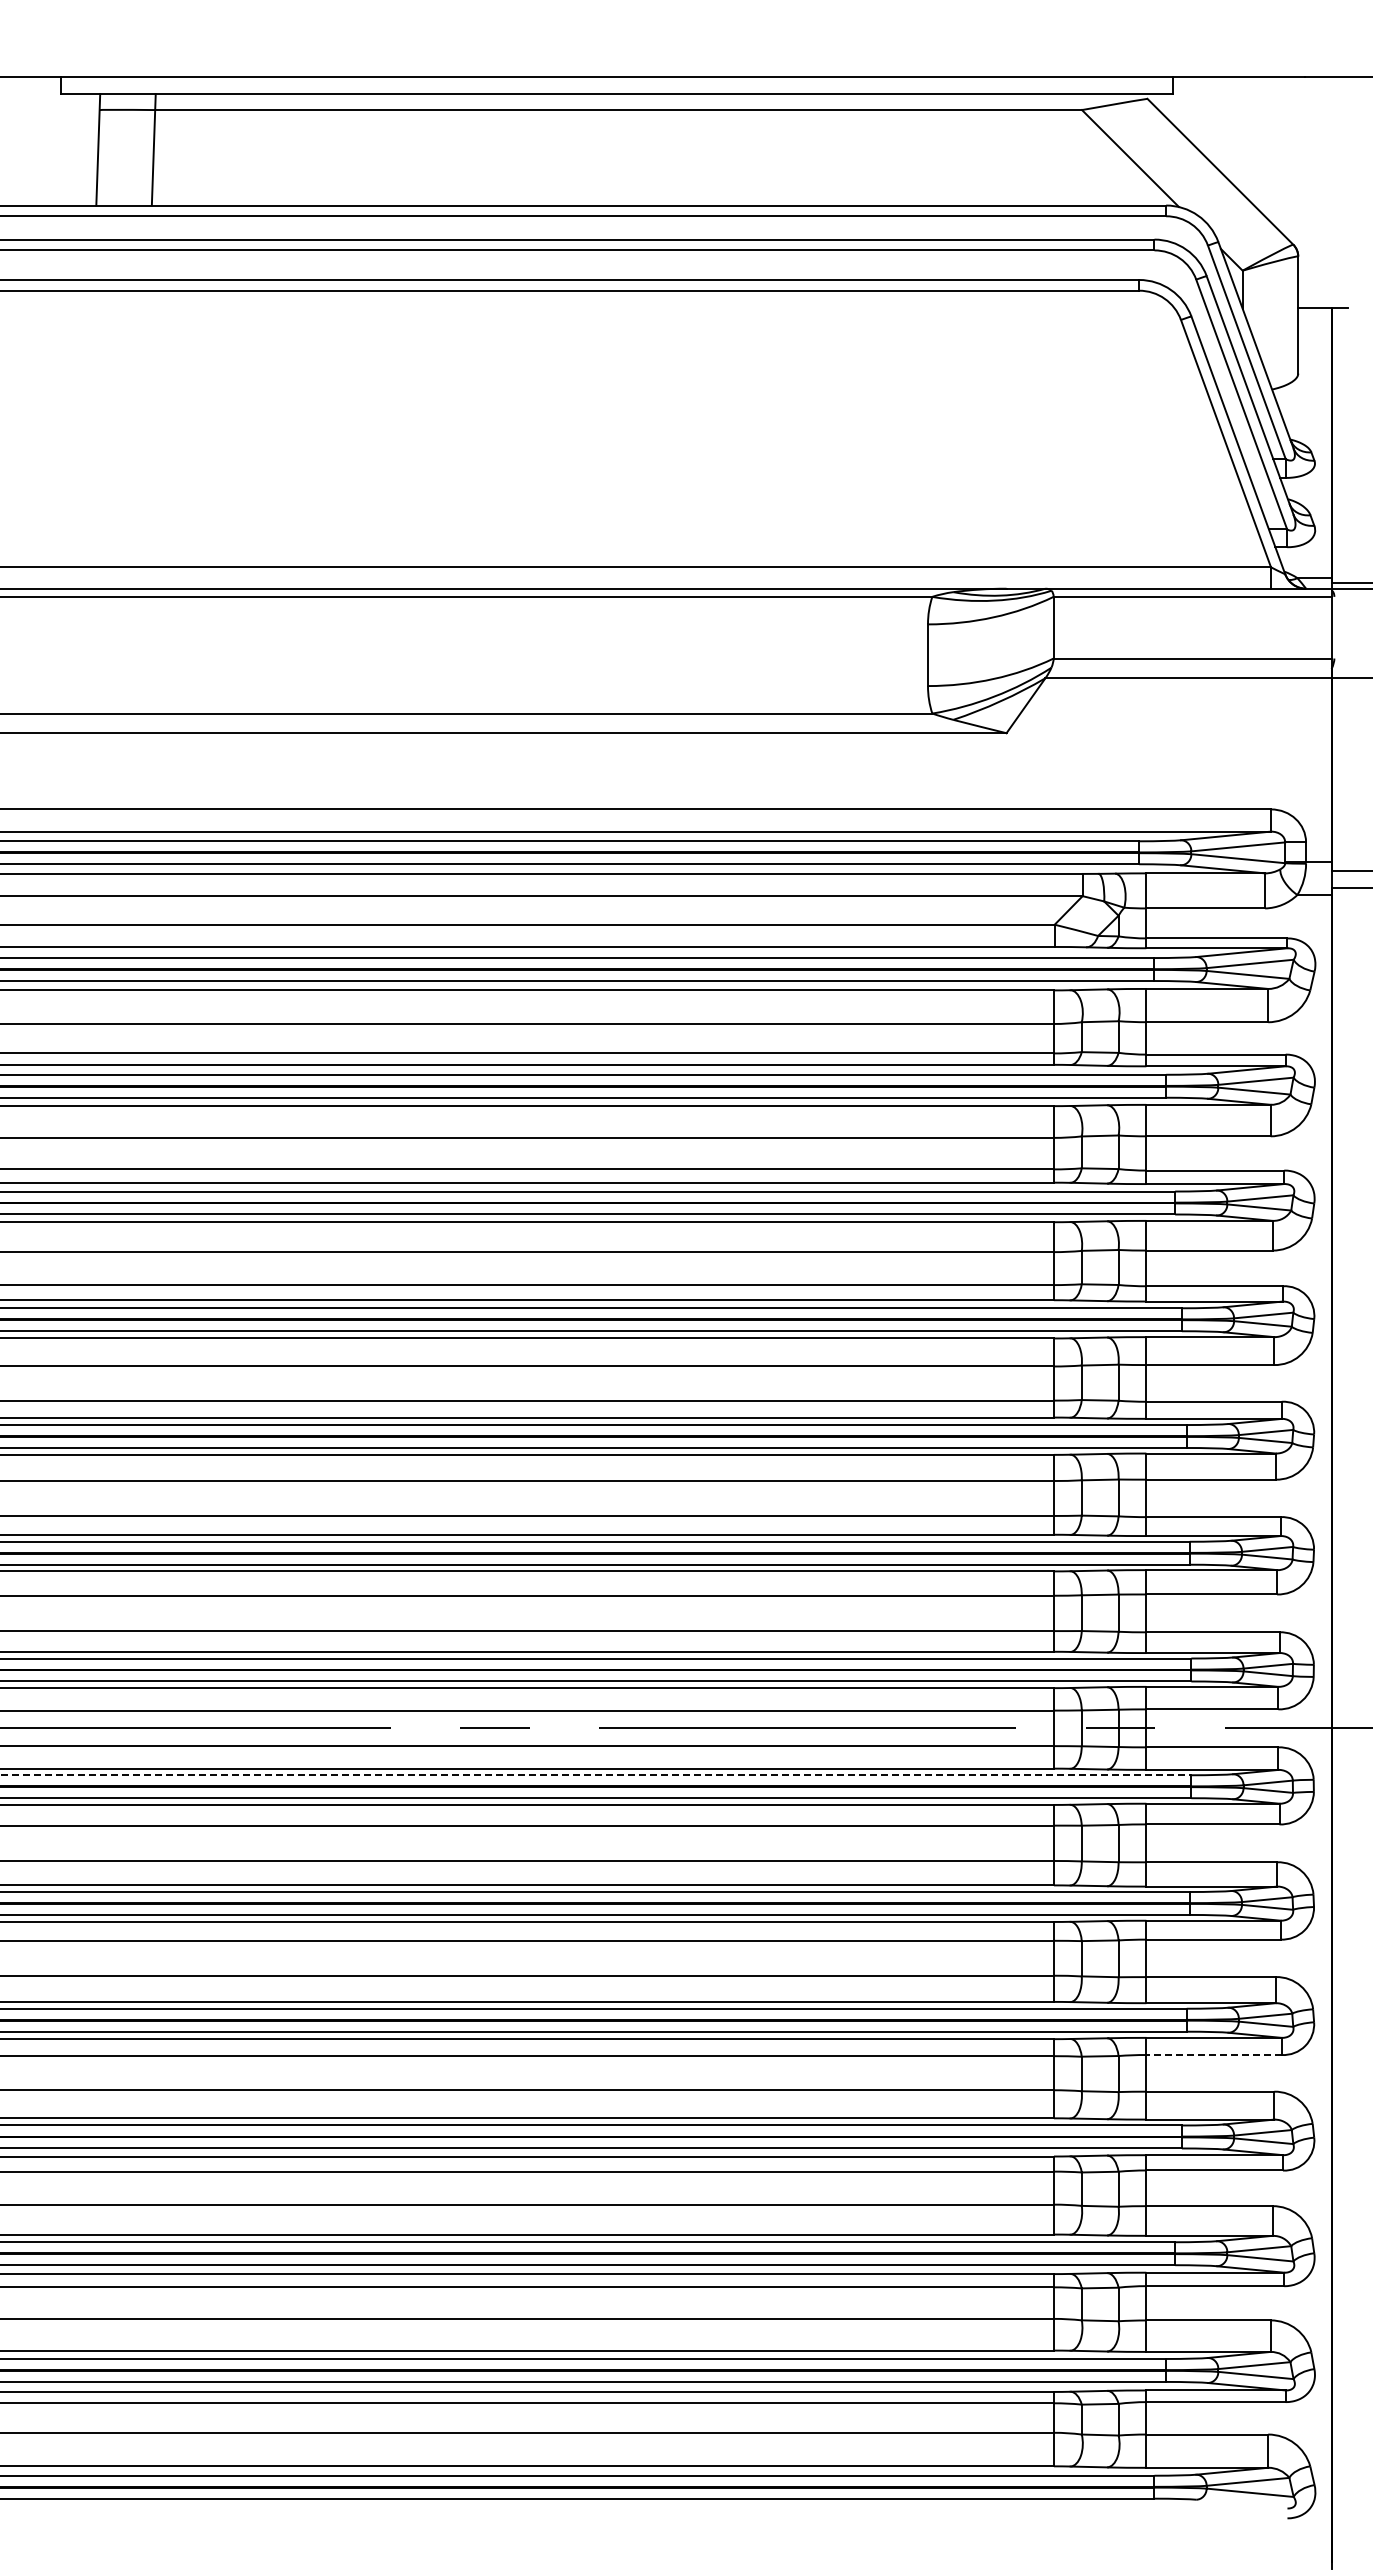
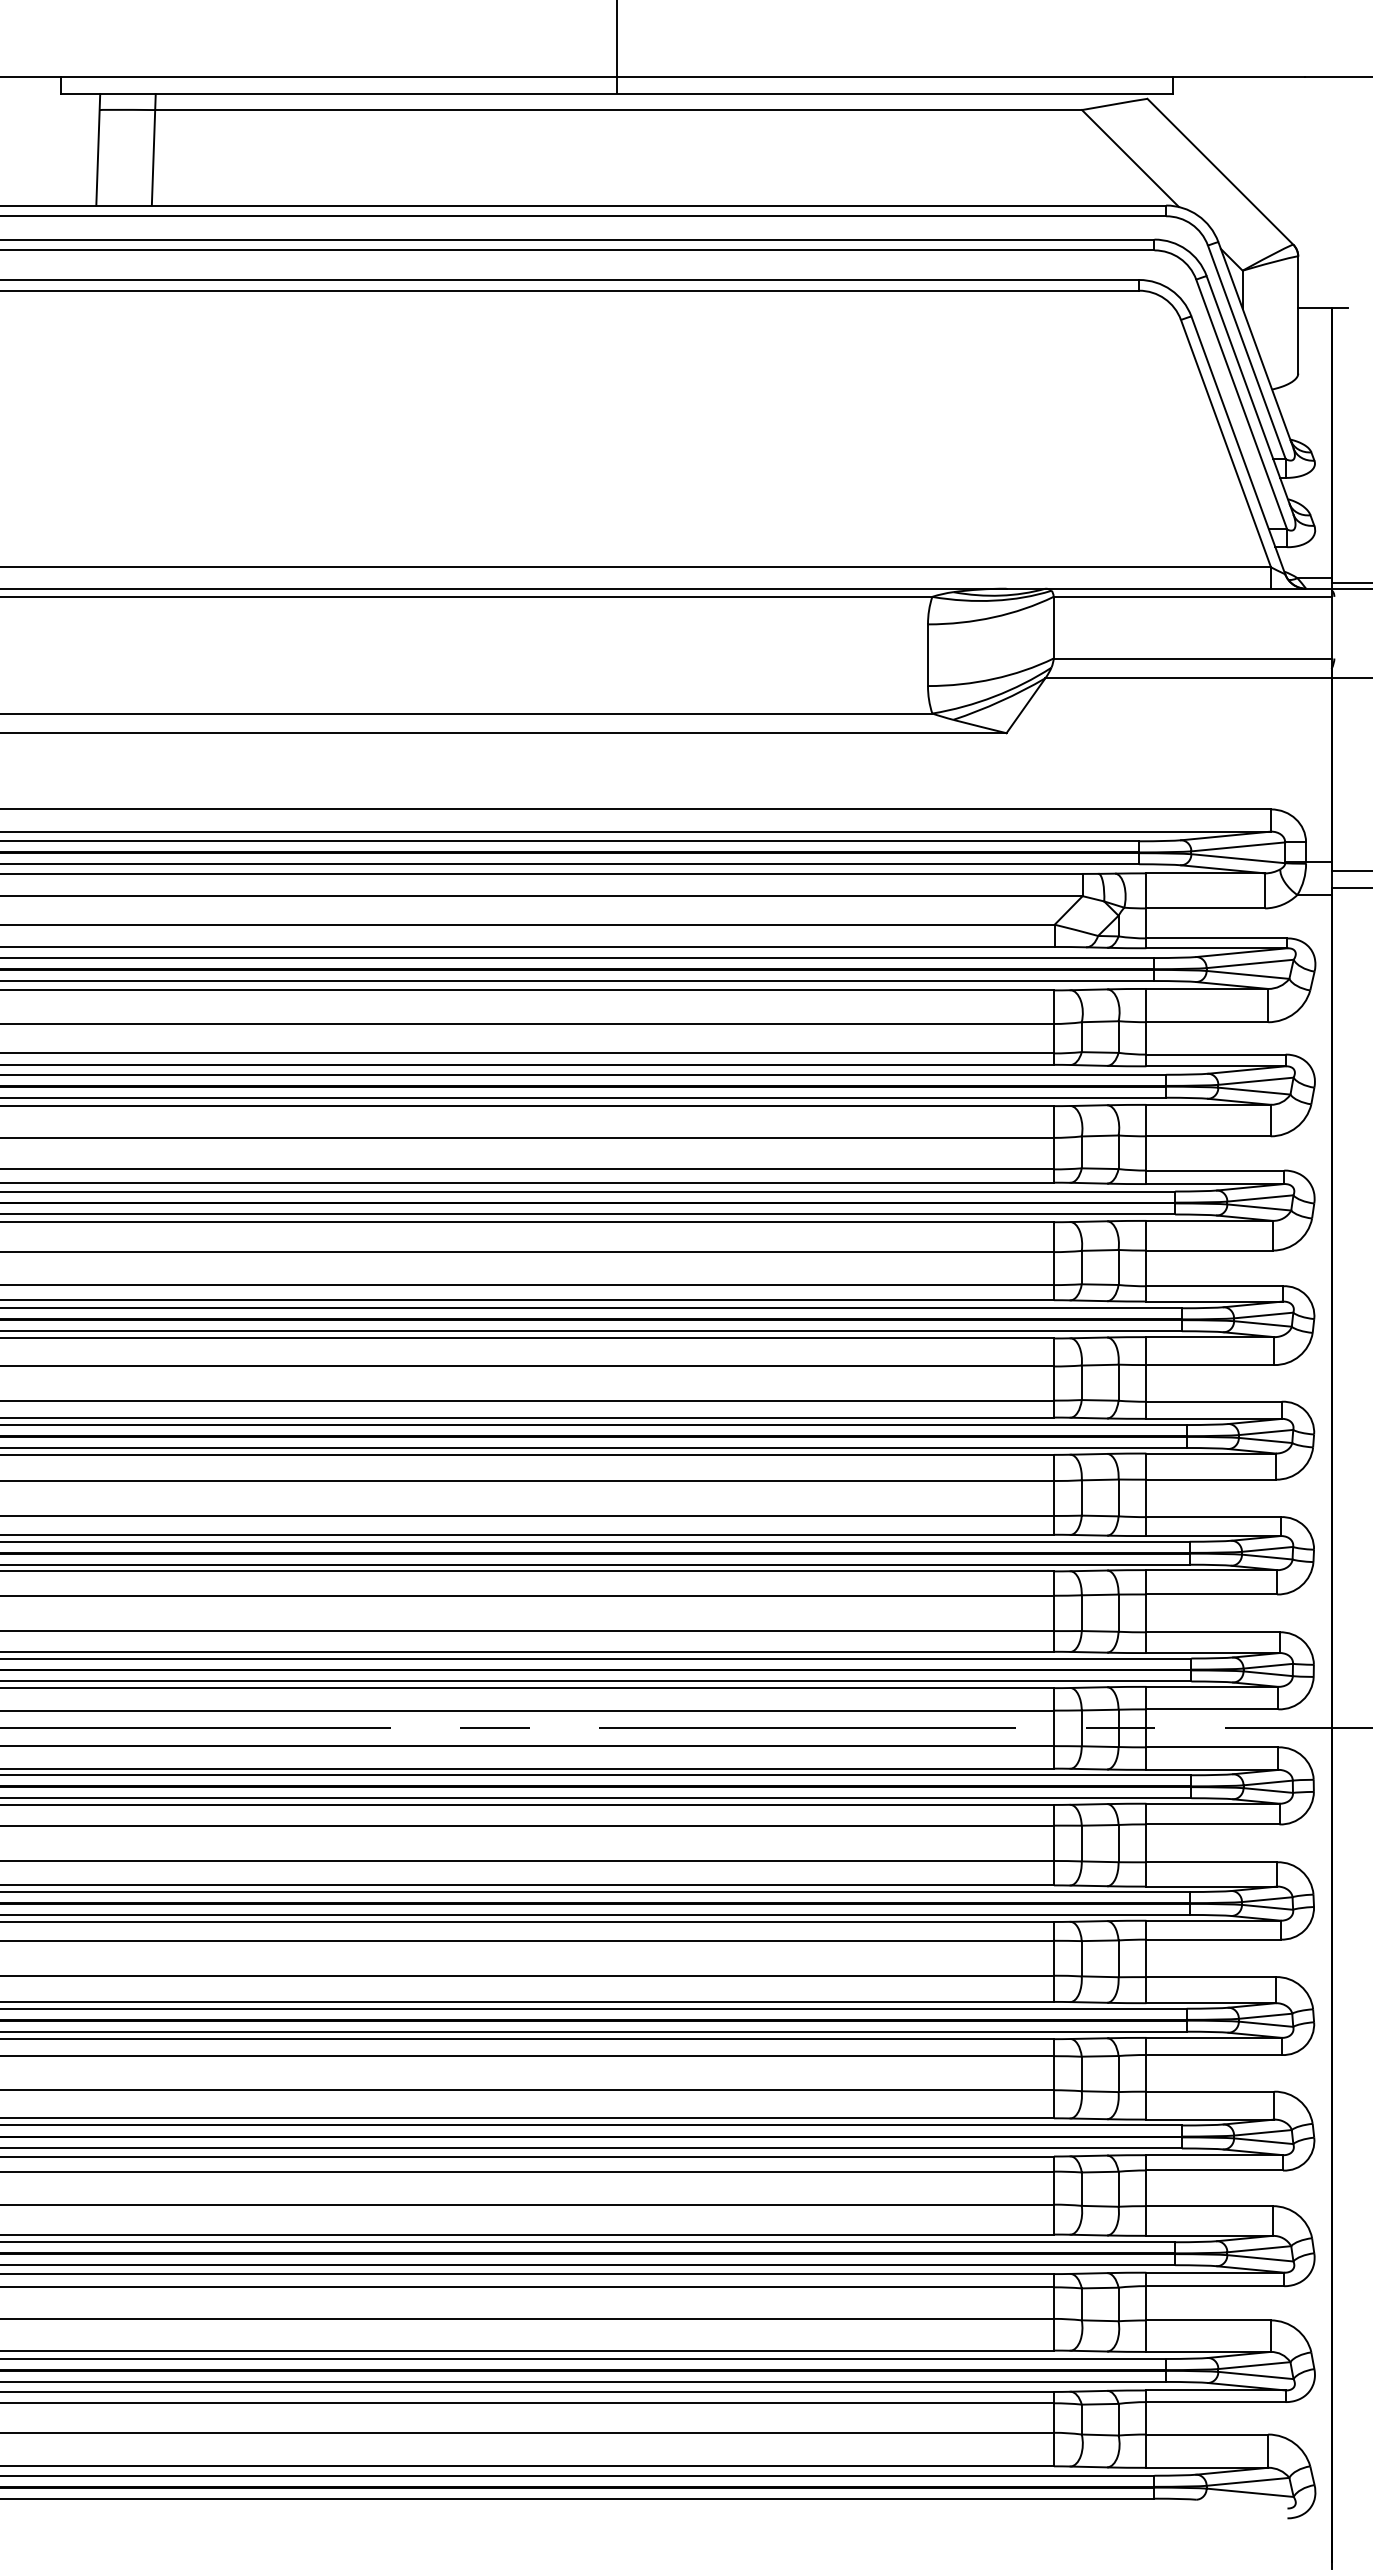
line at (617, 47): none -> present
line at (596, 1775): dashed -> solid
line at (1214, 2055): dashed -> solid
